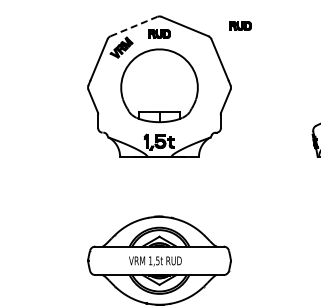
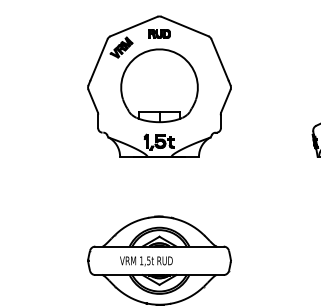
part at (240, 25): present -> none
line at (134, 26): dashed -> solid
text at (155, 261) position: (155, 261) -> (146, 261)
